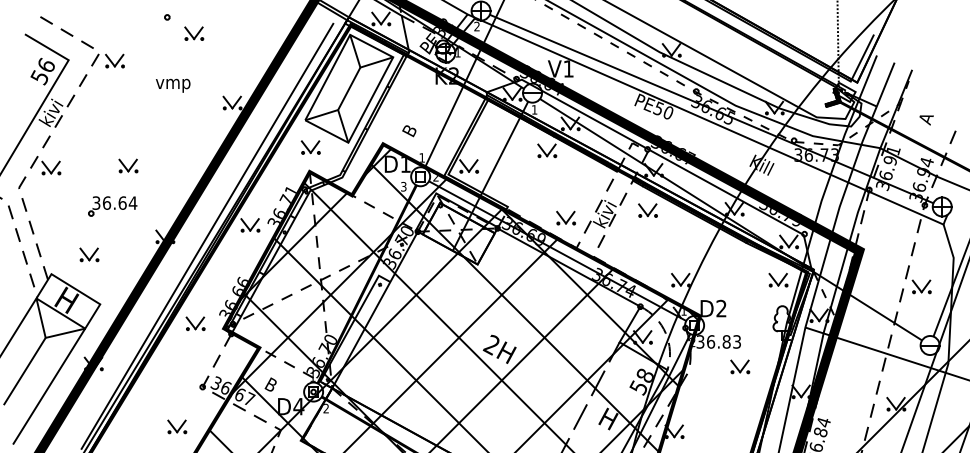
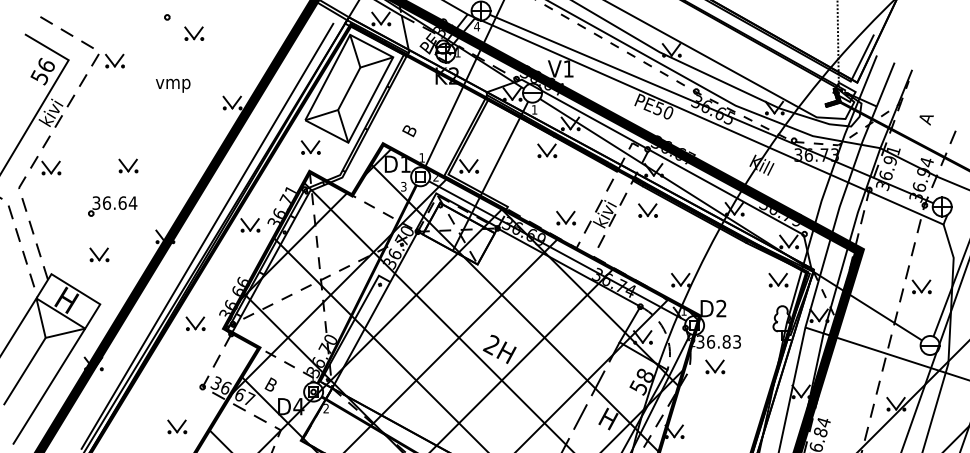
text at (477, 26): 2 -> 4
part at (89, 254) position: (89, 254) -> (99, 254)
part at (740, 366) position: (740, 366) -> (715, 366)
